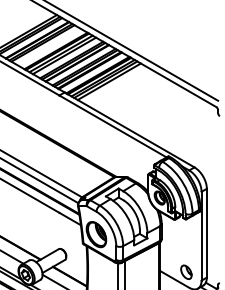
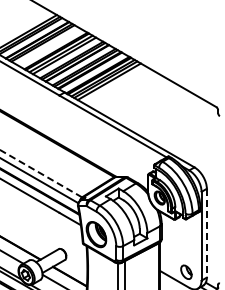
line at (132, 51): present -> none
line at (40, 173): solid -> dashed
line at (206, 233): solid -> dashed
